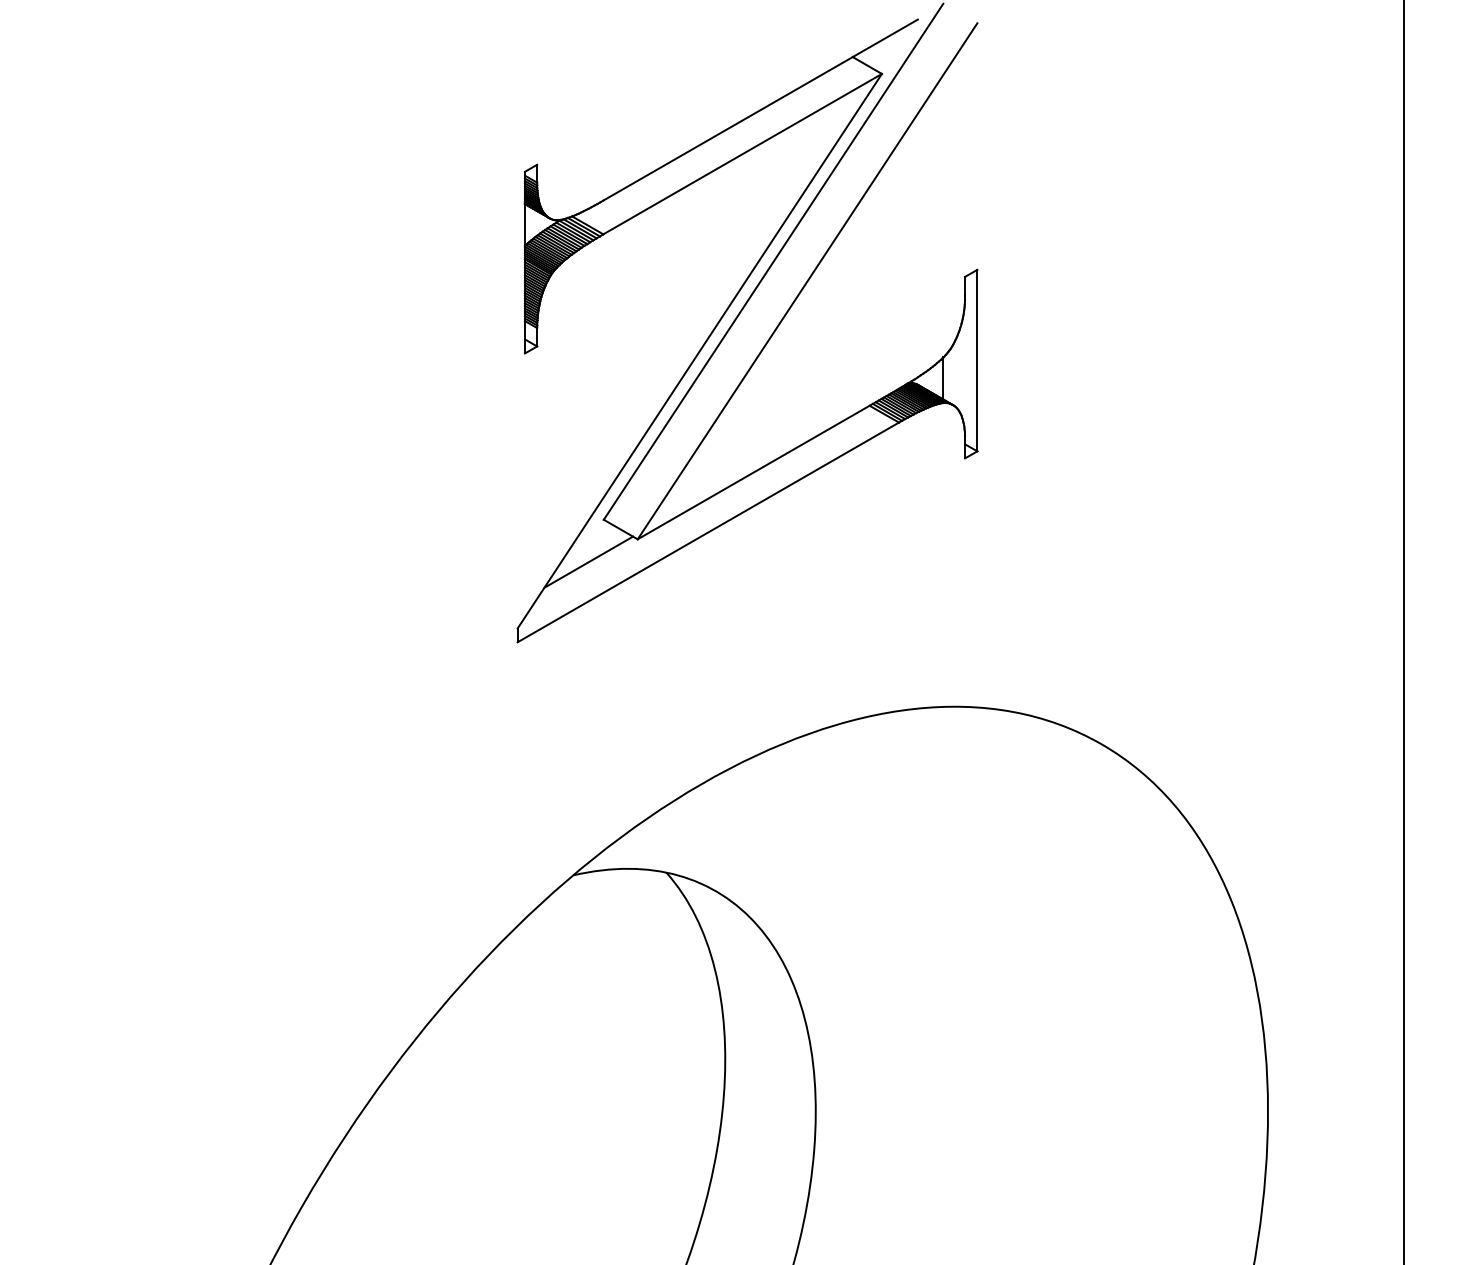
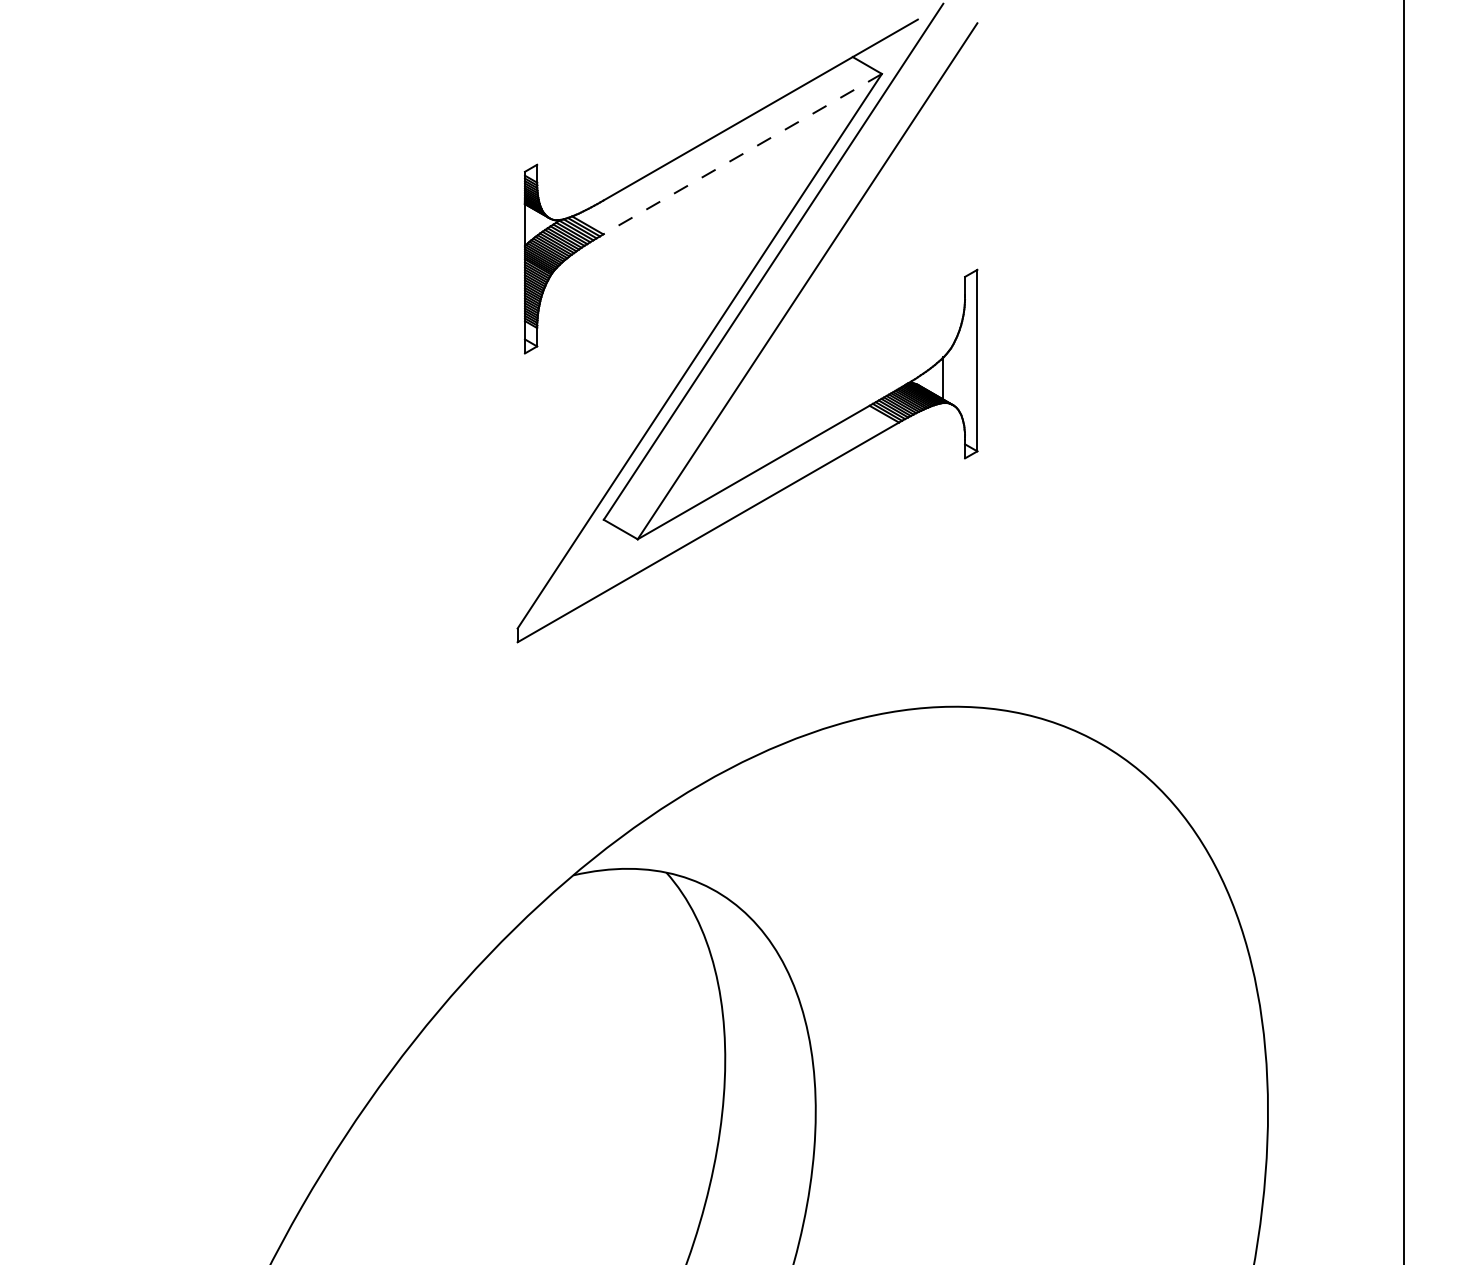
line at (742, 154): solid -> dashed
line at (588, 561): present -> none
